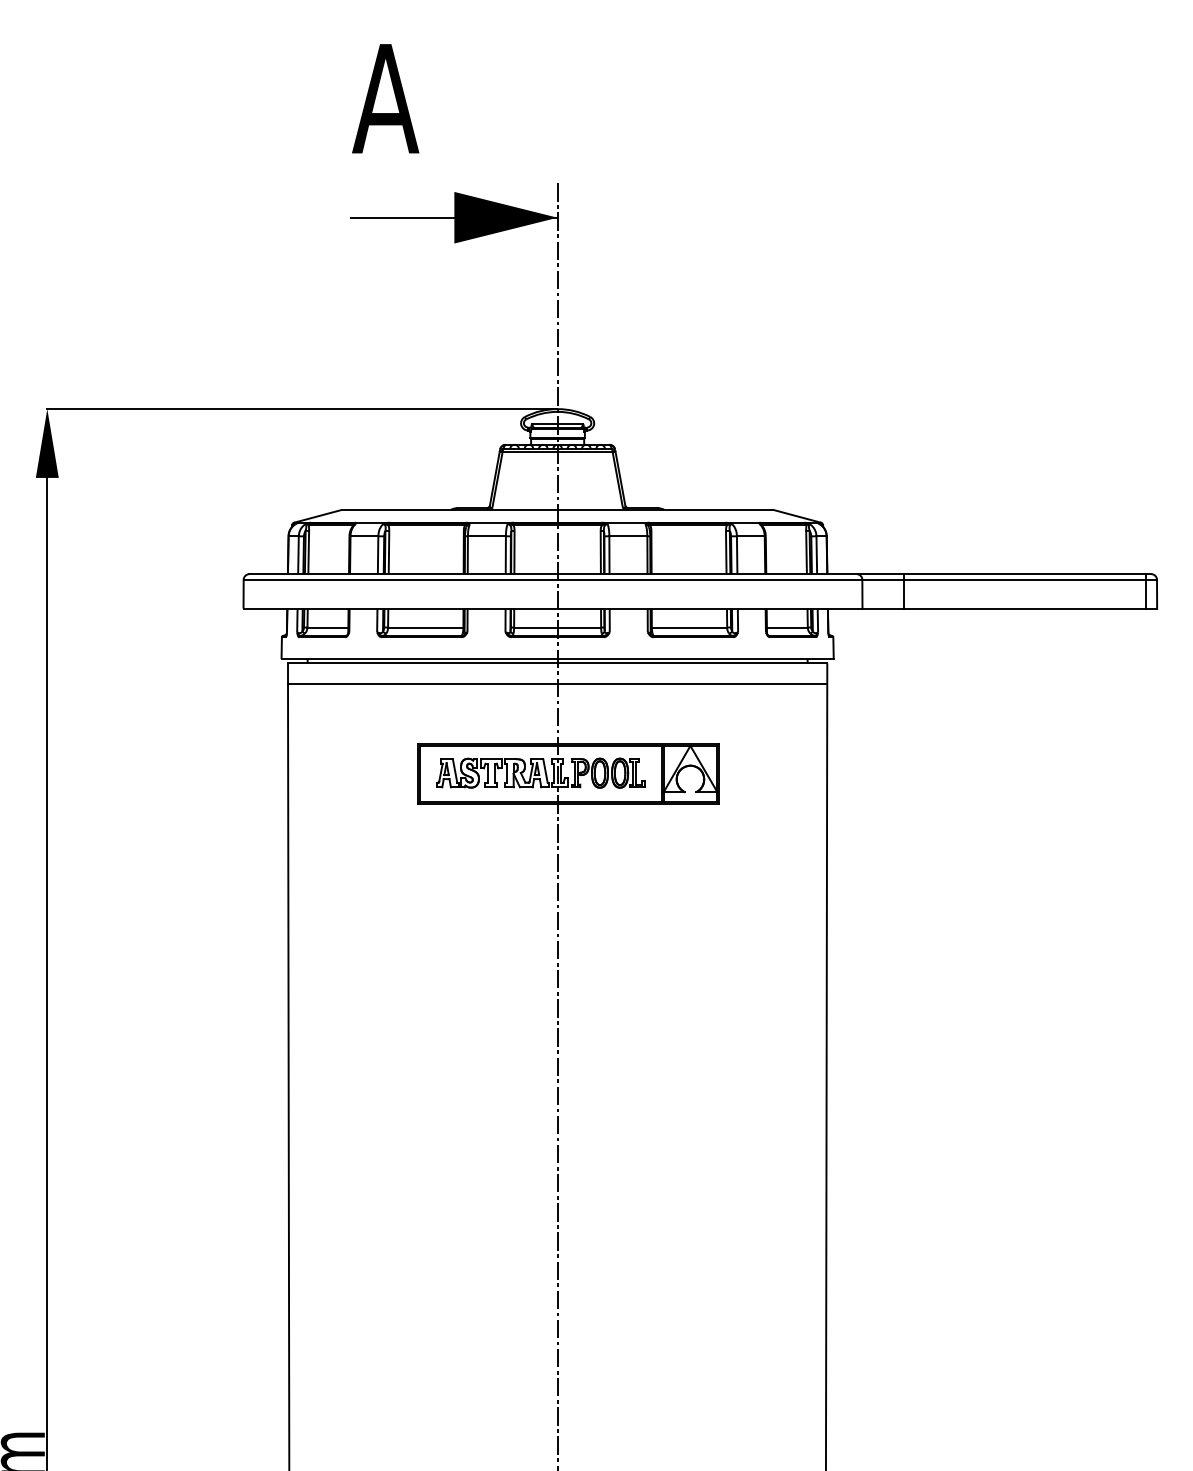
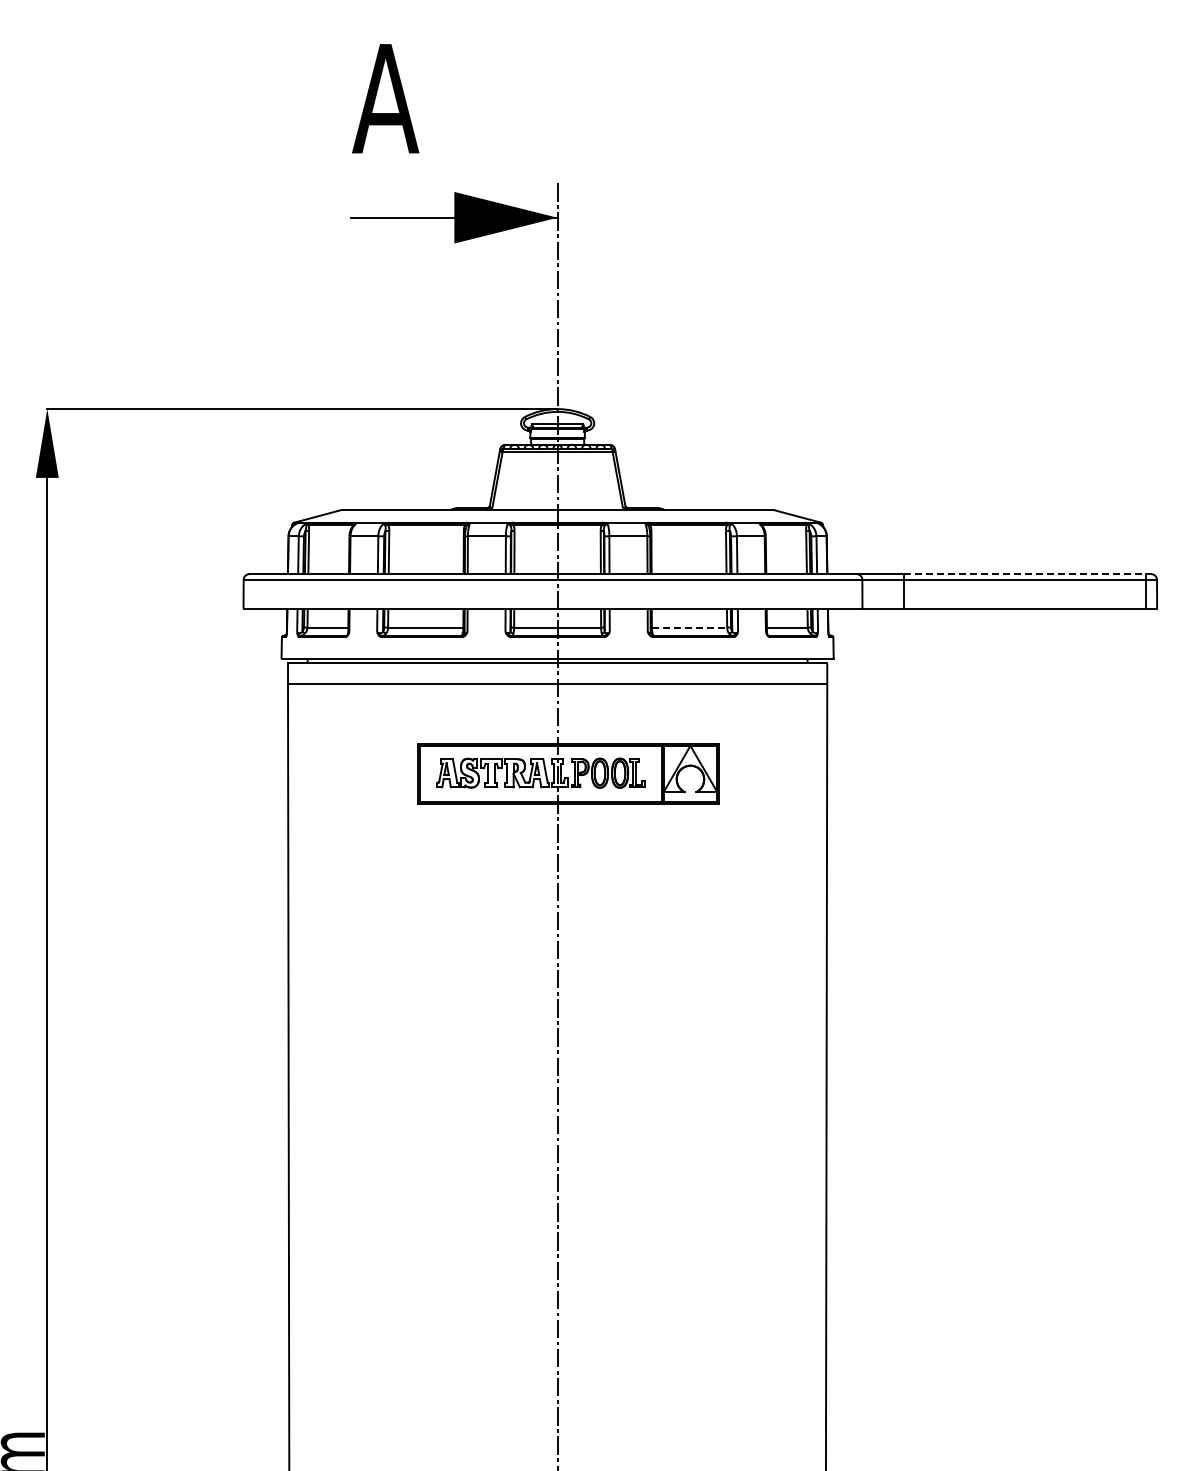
line at (1024, 574): solid -> dashed
line at (689, 627): solid -> dashed
